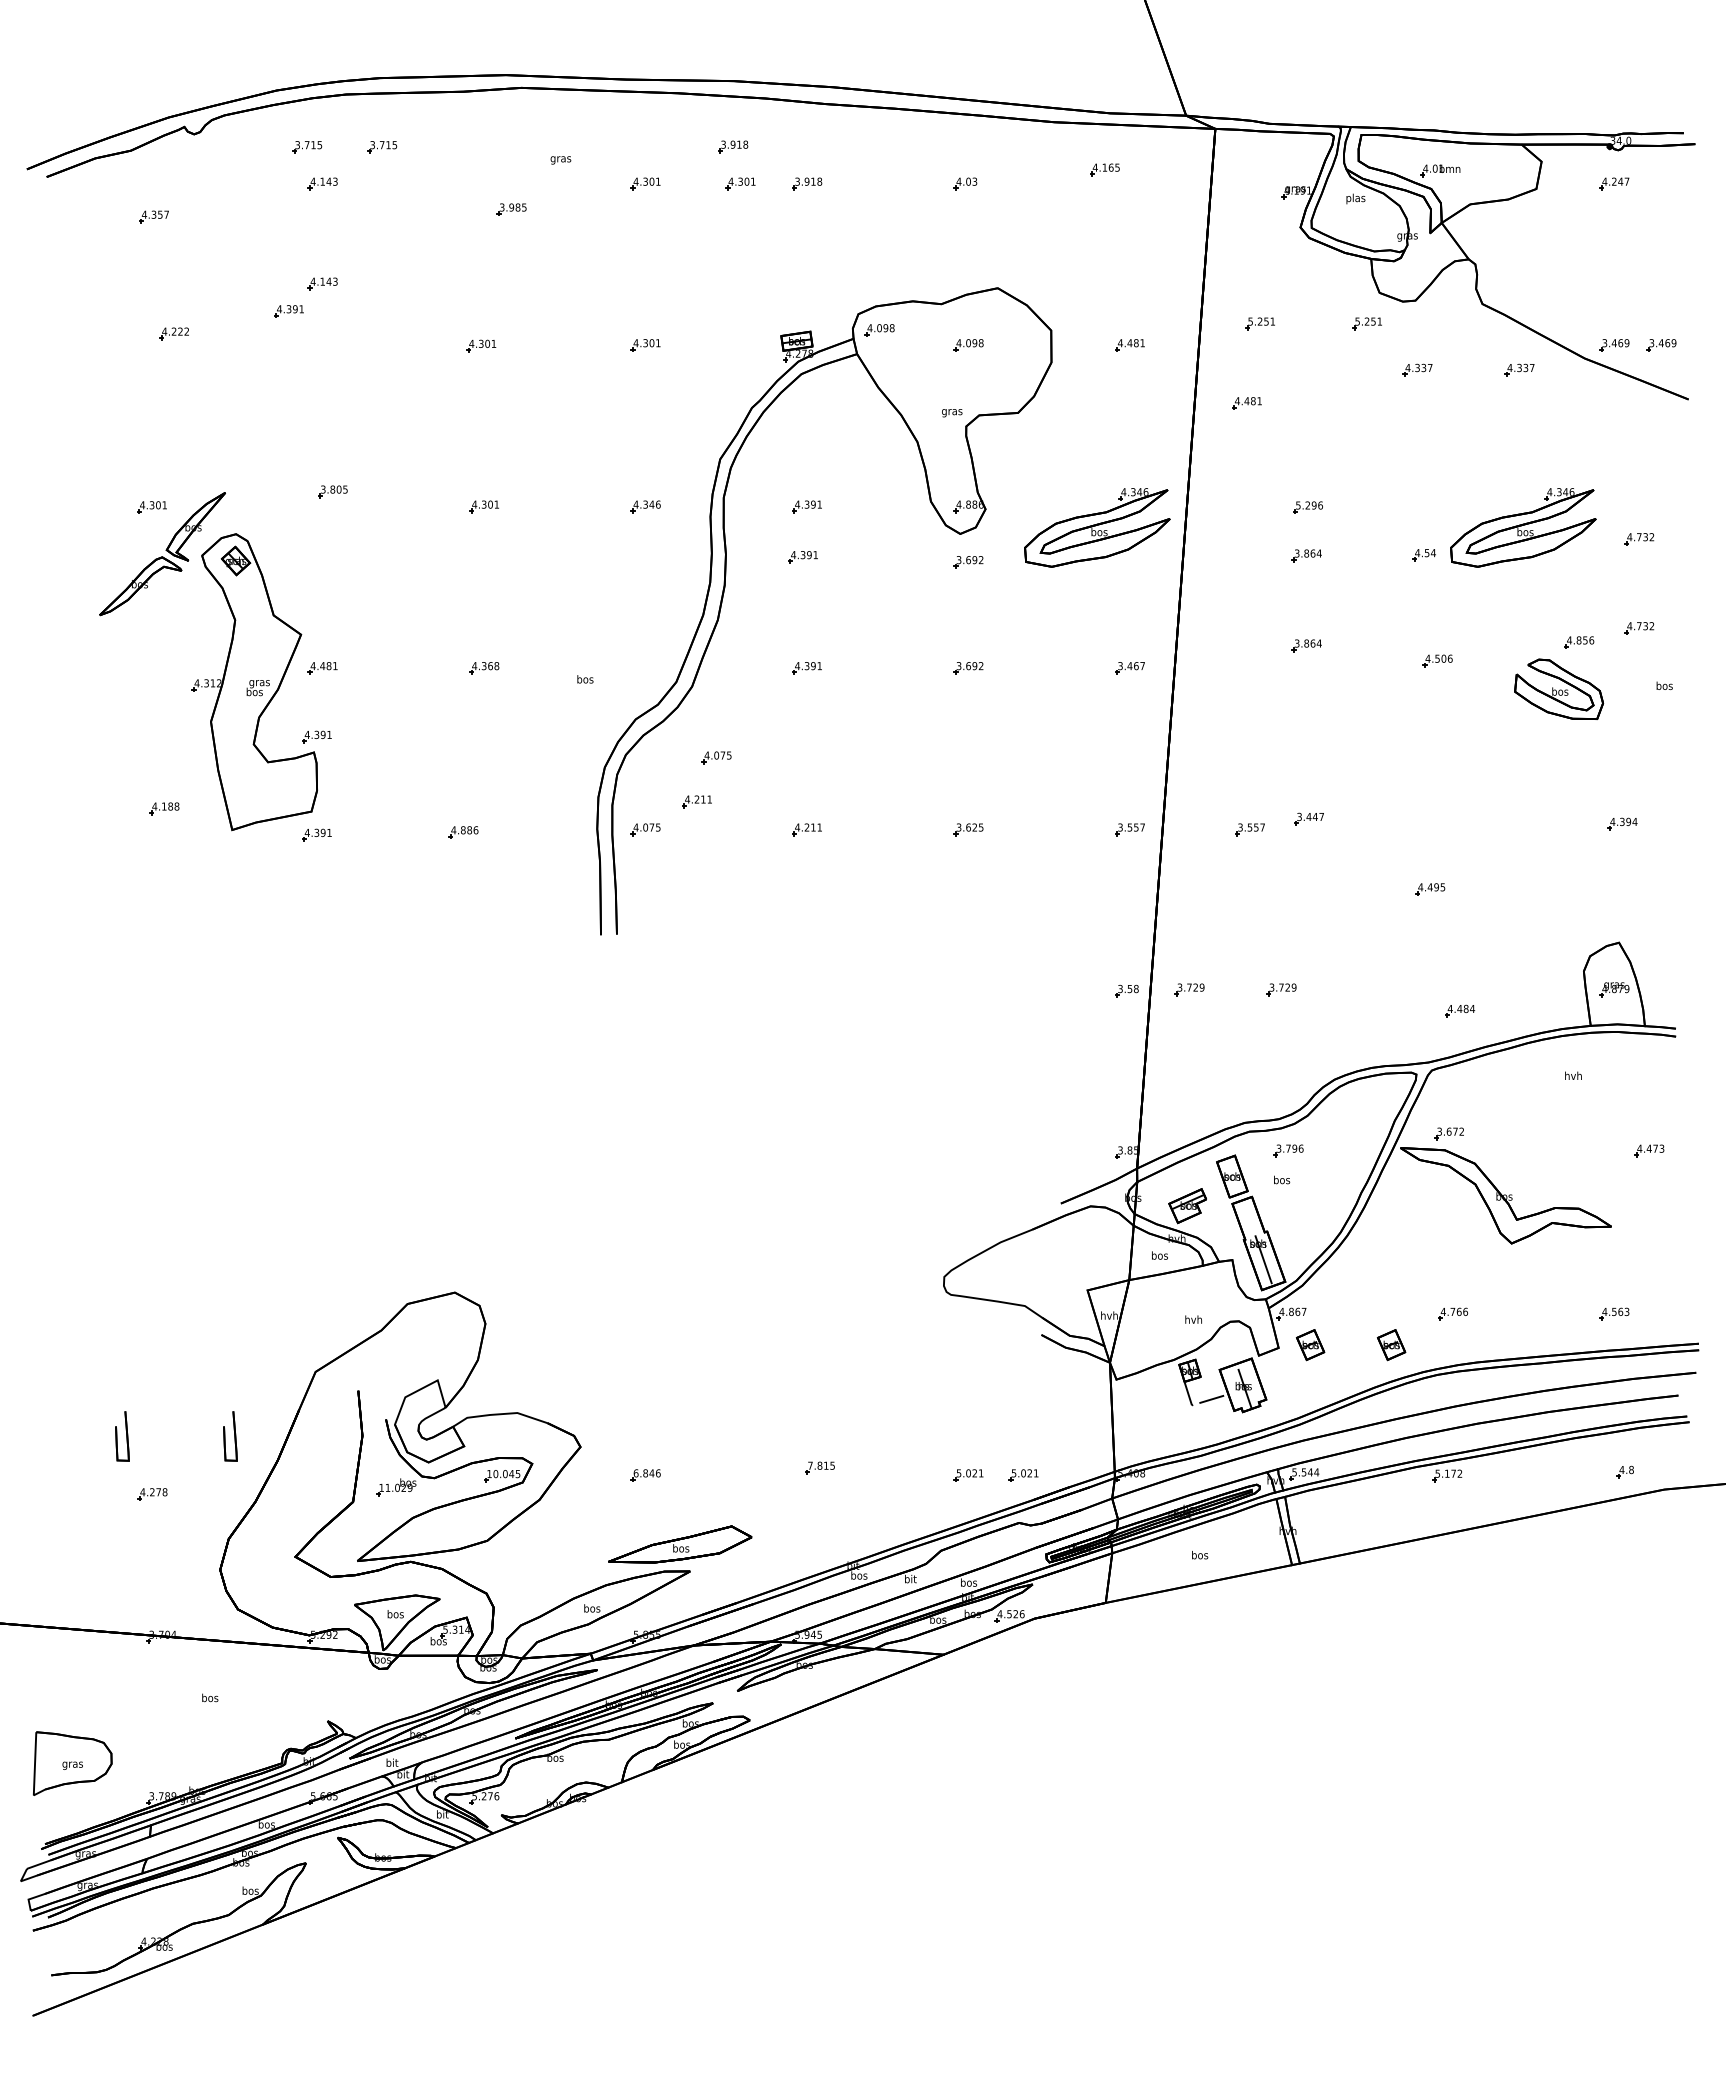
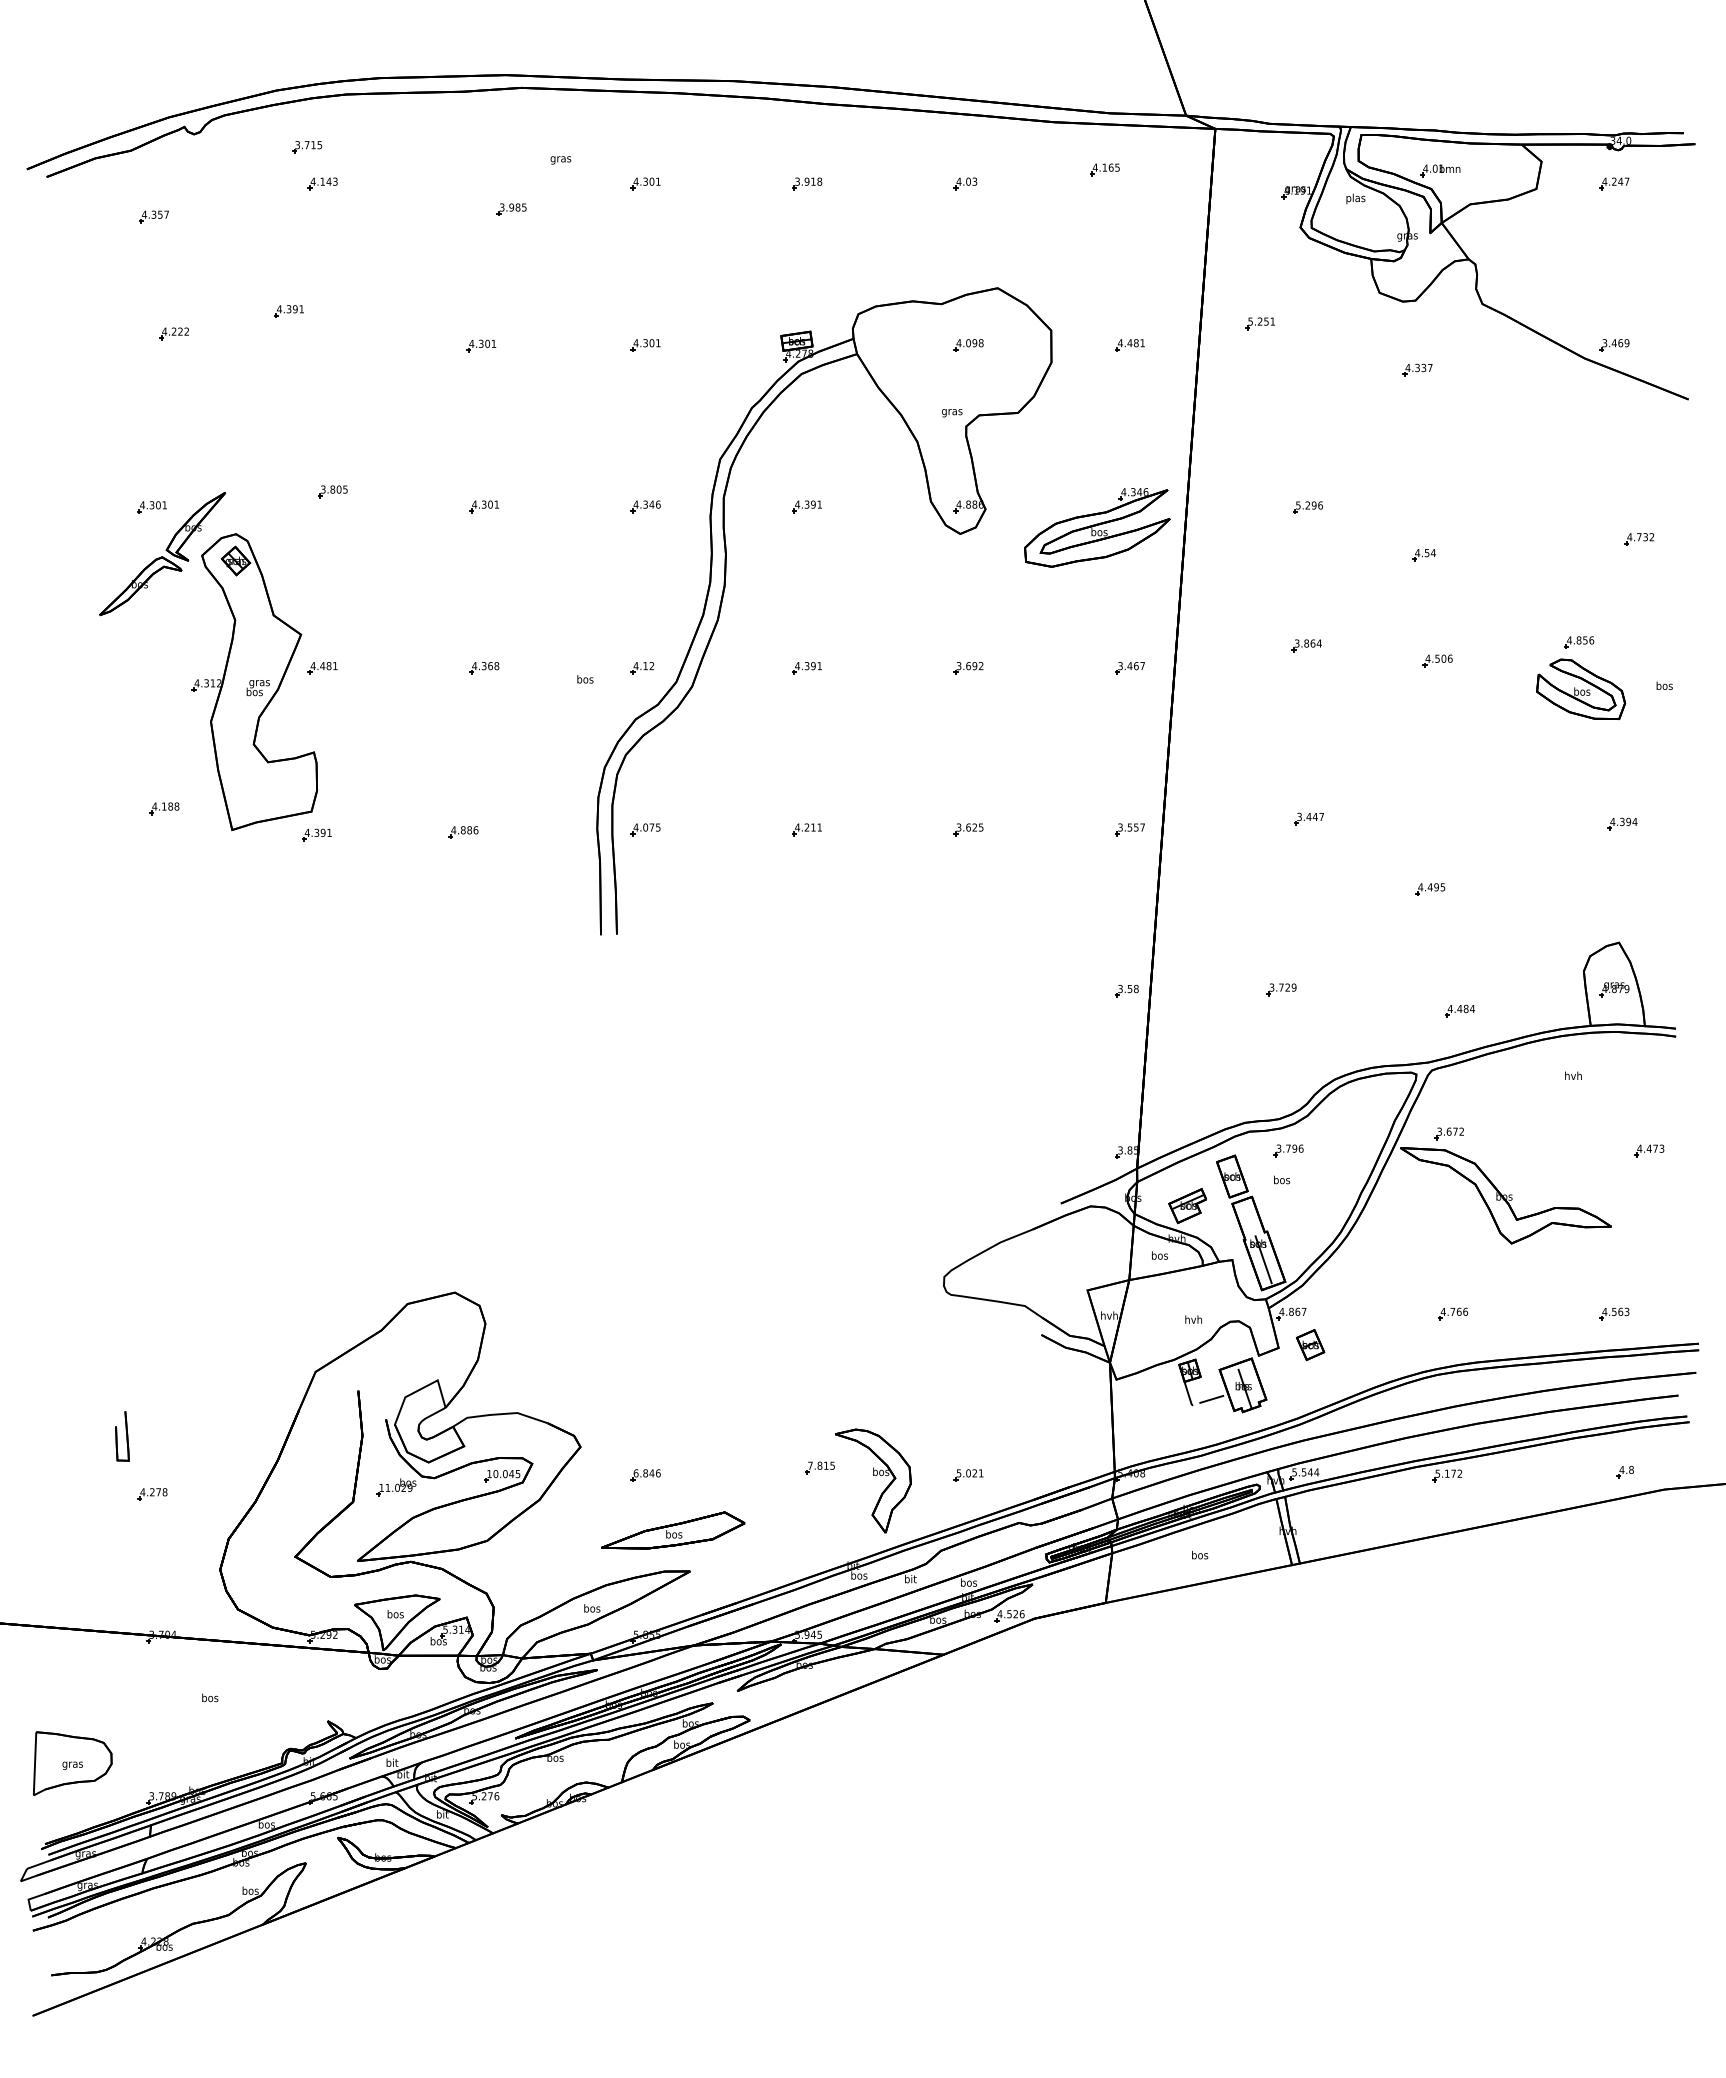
part at (733, 146): present -> none
part at (382, 147): present -> none
part at (740, 183): present -> none
part at (322, 283): present -> none
part at (1366, 323): present -> none
part at (879, 330): present -> none
part at (1661, 345): present -> none
part at (1519, 369): present -> none
part at (1246, 403): present -> none
part at (1523, 527): present -> none
part at (1306, 555): present -> none
part at (802, 557): present -> none
part at (968, 562): present -> none
part at (1639, 628): present -> none
part at (642, 668): none -> present
part at (1559, 688) position: (1559, 688) -> (1581, 688)
part at (316, 736): present -> none
part at (716, 757): present -> none
part at (696, 801): present -> none
part at (1249, 829): present -> none
part at (1189, 989): present -> none
part at (1391, 1345): present -> none
part at (230, 1436): present -> none
part at (1023, 1475): present -> none
part at (873, 1480): none -> present
part at (680, 1544) position: (680, 1544) -> (673, 1530)
